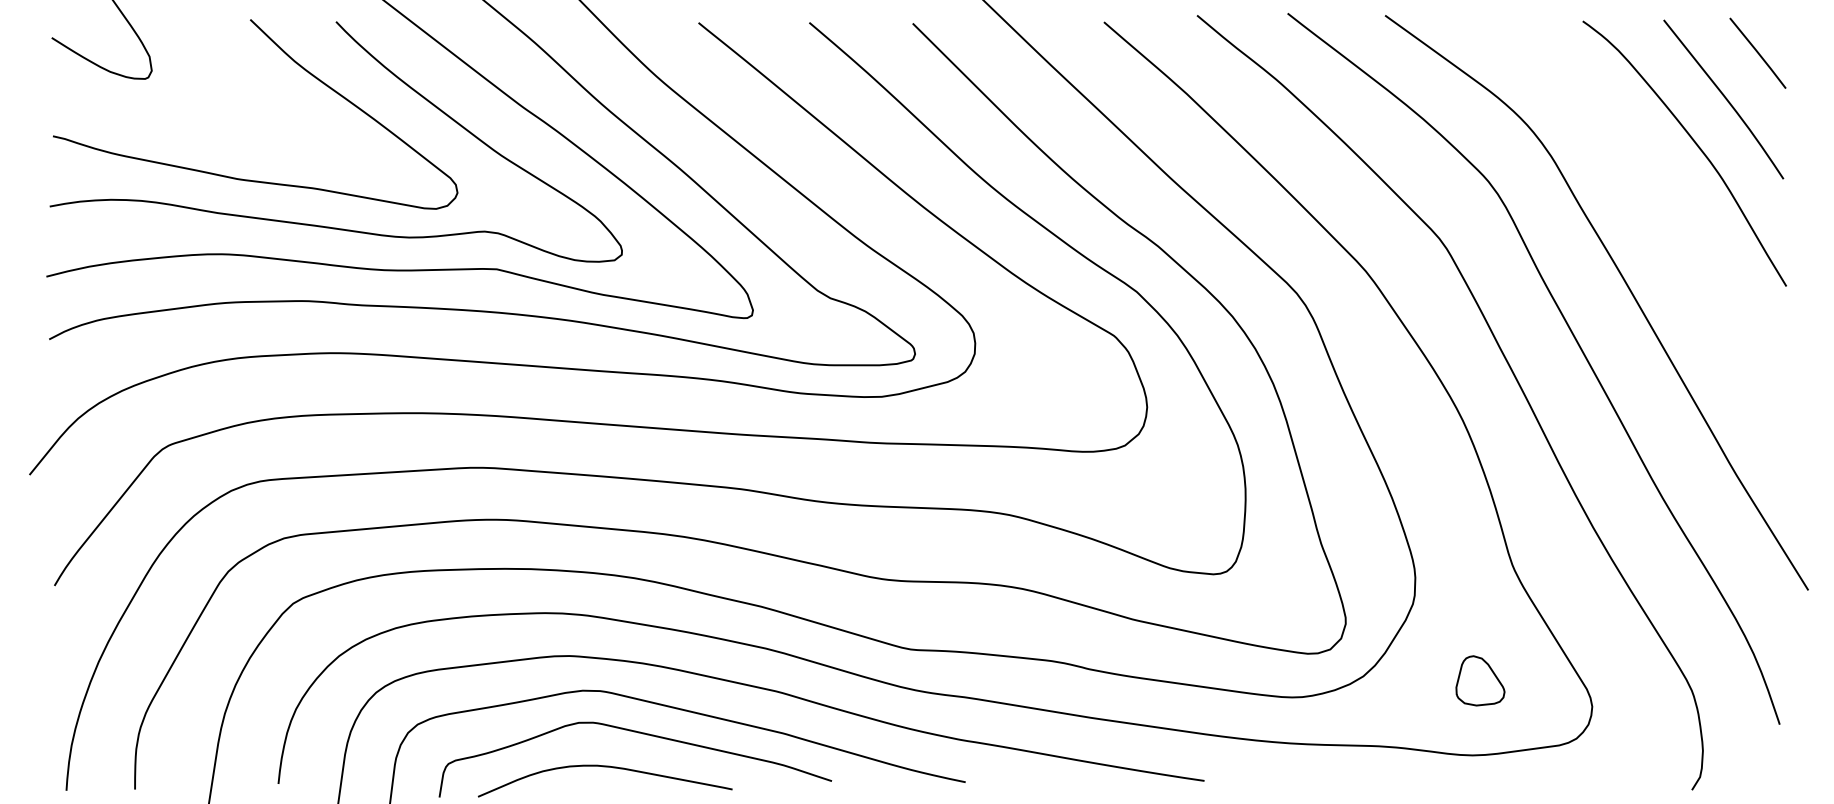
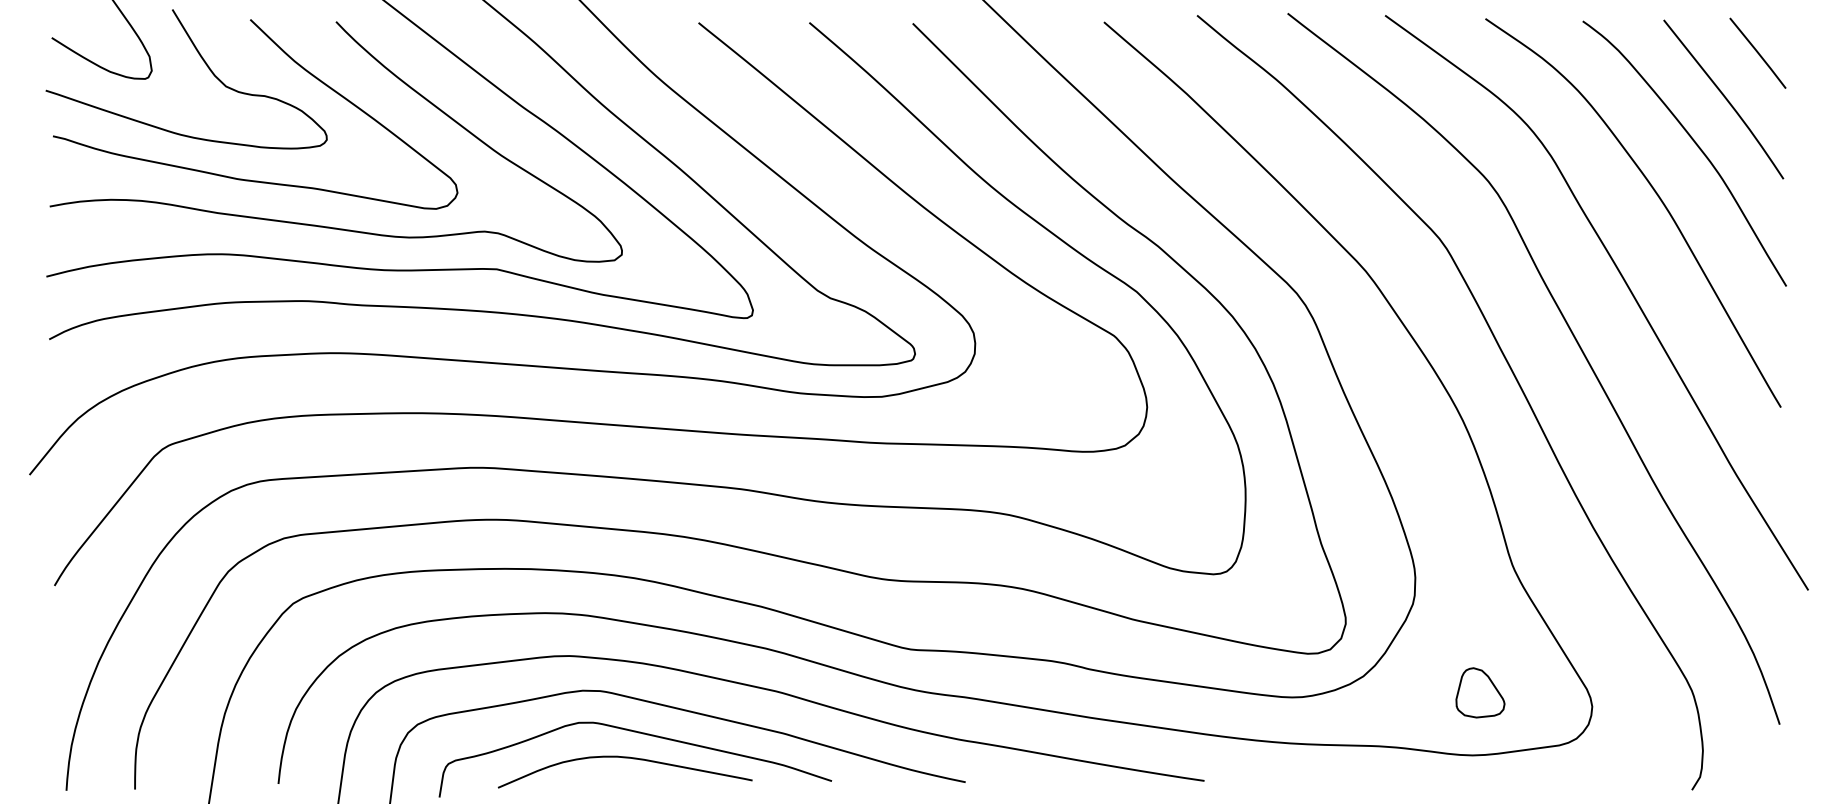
curve at (204, 63): none -> present
curve at (1657, 196): none -> present
part at (1480, 680) position: (1480, 680) -> (1480, 692)
curve at (604, 767) position: (604, 767) -> (624, 758)
